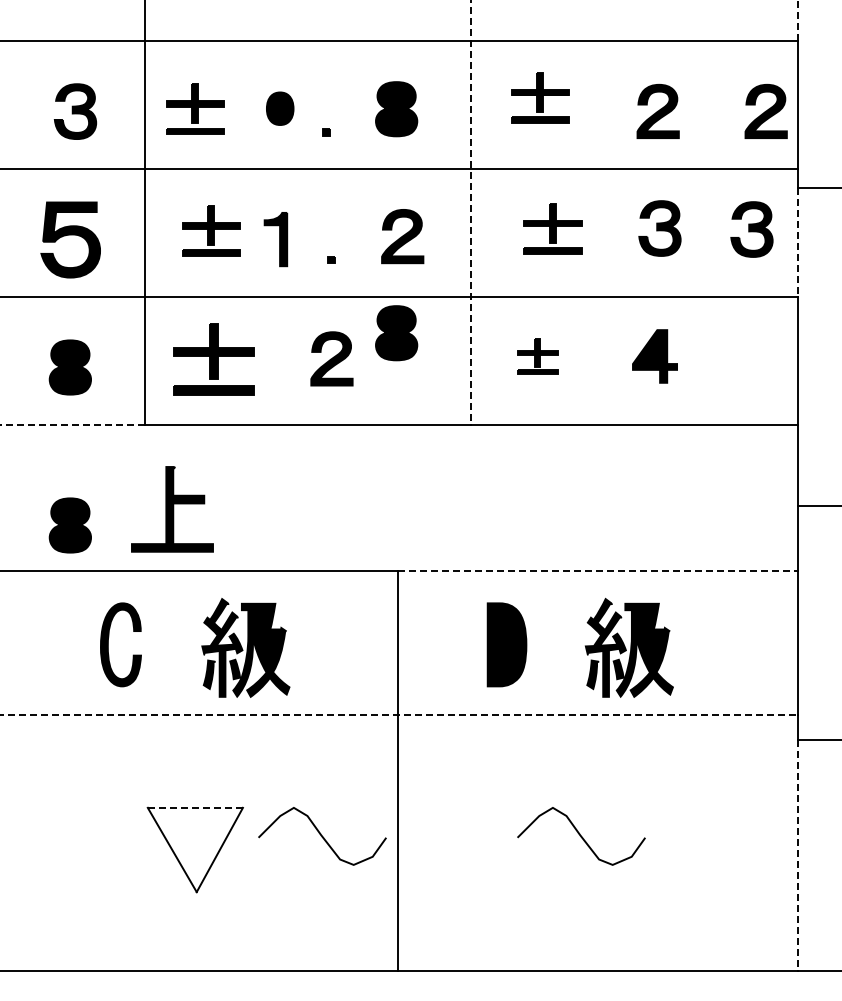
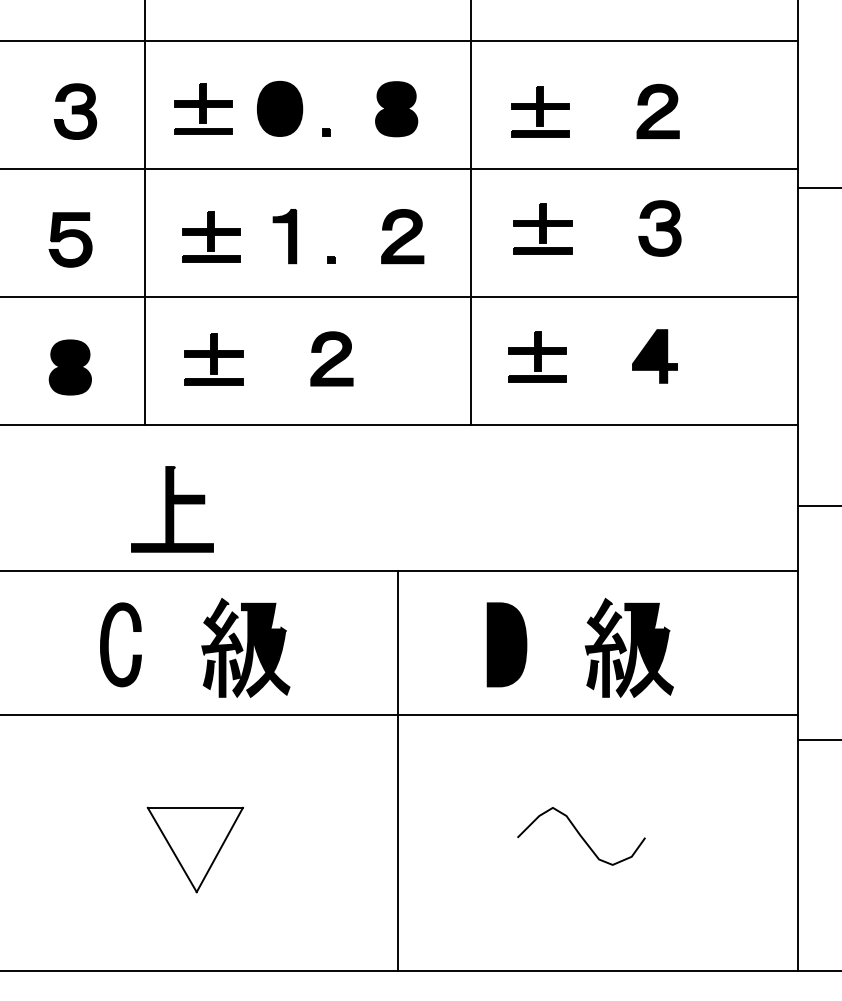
line at (797, 21): dashed -> solid
part at (540, 97) position: (540, 97) -> (540, 111)
part at (195, 108) position: (195, 108) -> (203, 108)
part at (280, 108) size: 29x35 px -> 47x57 px
part at (765, 111): present -> none
line at (471, 212): dashed -> solid
part at (552, 228) position: (552, 228) -> (542, 228)
part at (751, 229): present -> none
part at (211, 230) position: (211, 230) -> (211, 236)
part at (70, 239) size: 61x78 px -> 45x56 px
part at (275, 239) position: (275, 239) -> (284, 236)
line at (797, 242): dashed -> solid
part at (396, 333): present -> none
part at (537, 356) size: 42x37 px -> 59x52 px
part at (213, 359) size: 82x73 px -> 60x53 px
line at (73, 424): dashed -> solid
part at (69, 525): present -> none
line at (597, 571): dashed -> solid
line at (399, 715): dashed -> solid
line at (195, 807): dashed -> solid
curve at (322, 836): present -> none
line at (797, 855): dashed -> solid
